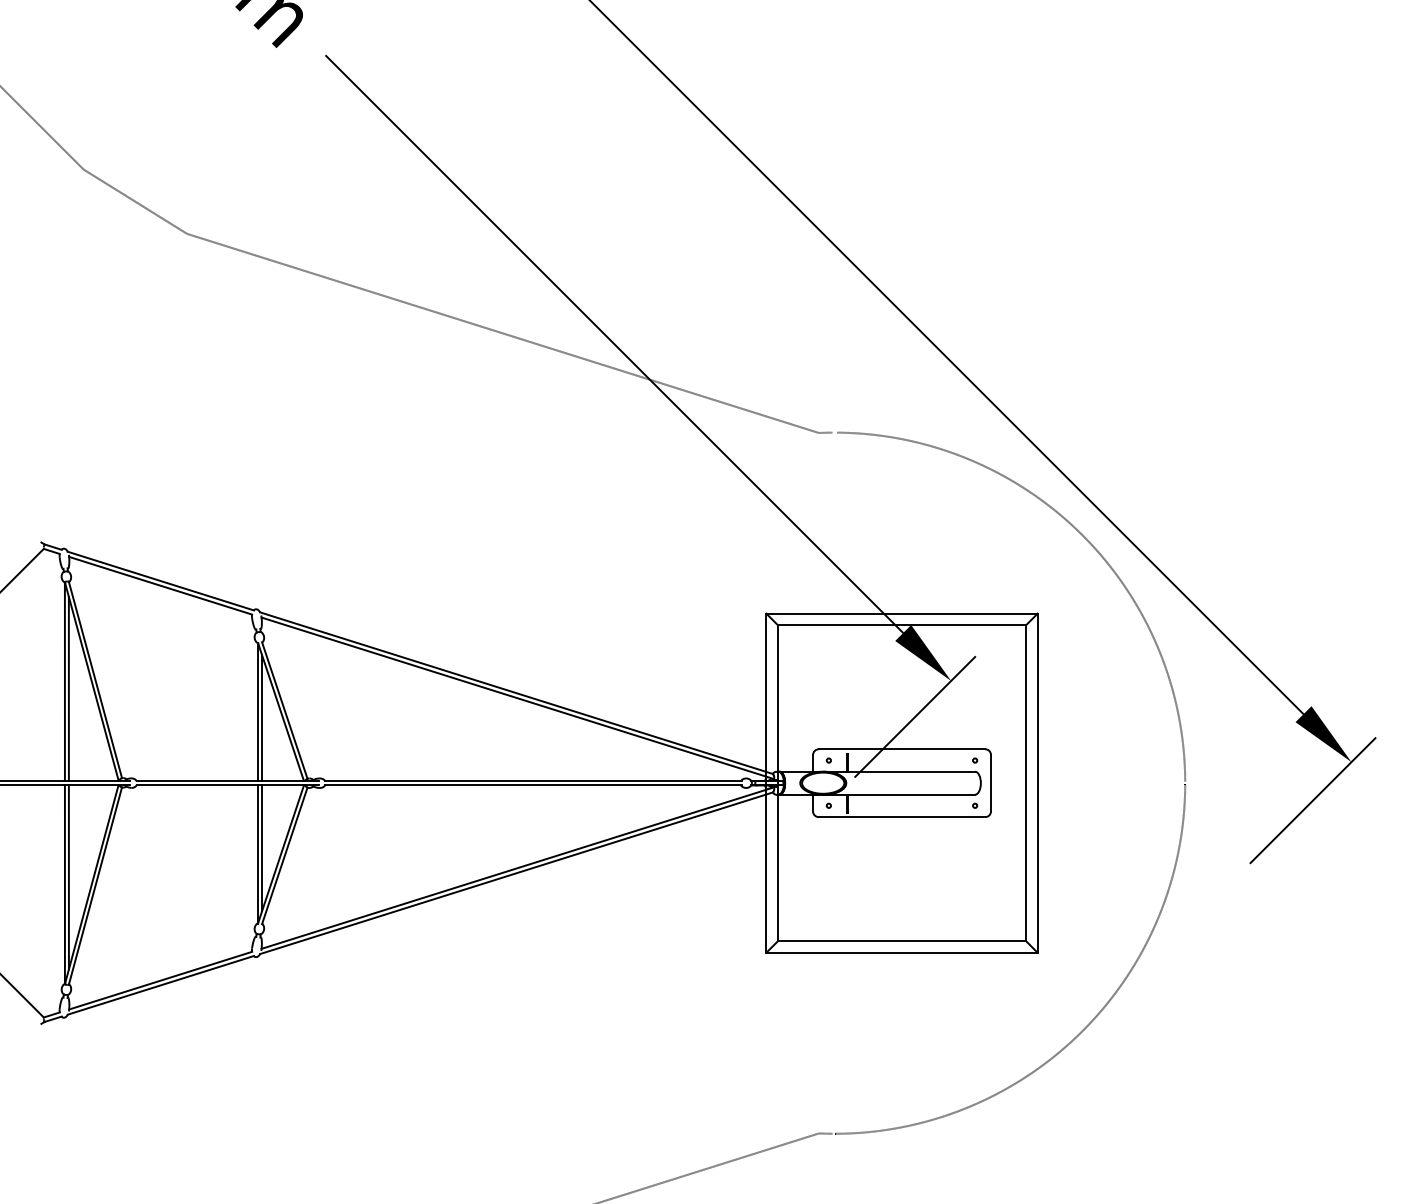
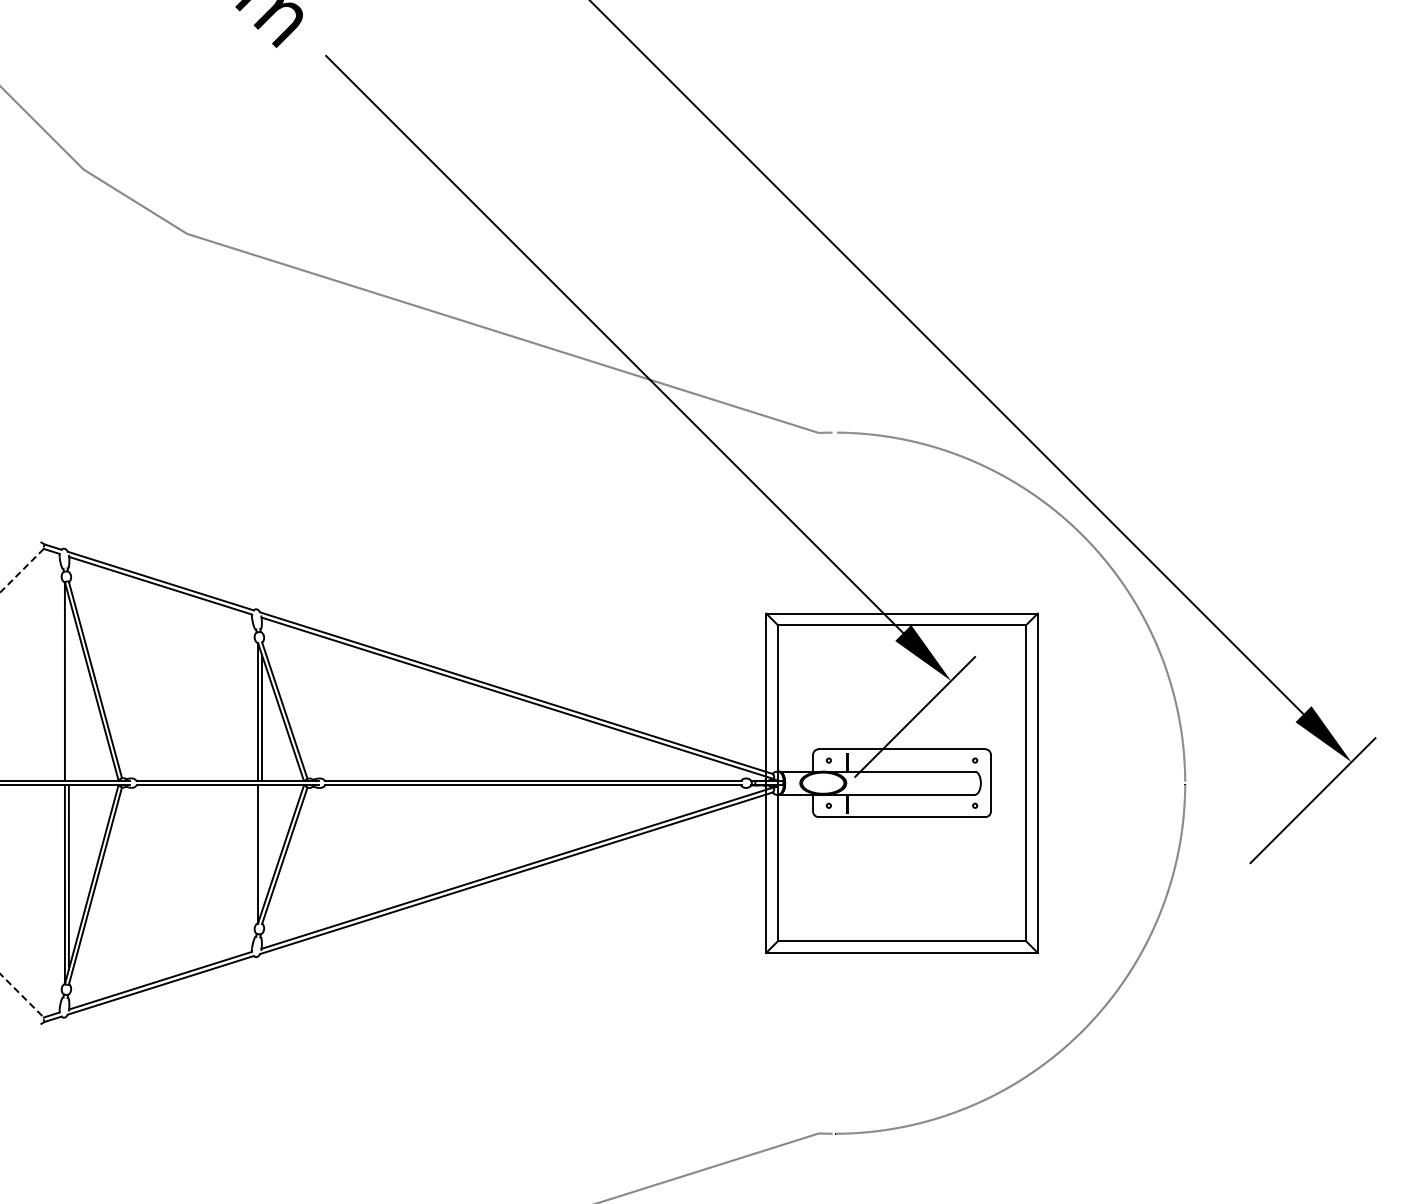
line at (22, 570): solid -> dashed
line at (68, 688): present -> none
line at (262, 848): present -> none
line at (22, 995): solid -> dashed
